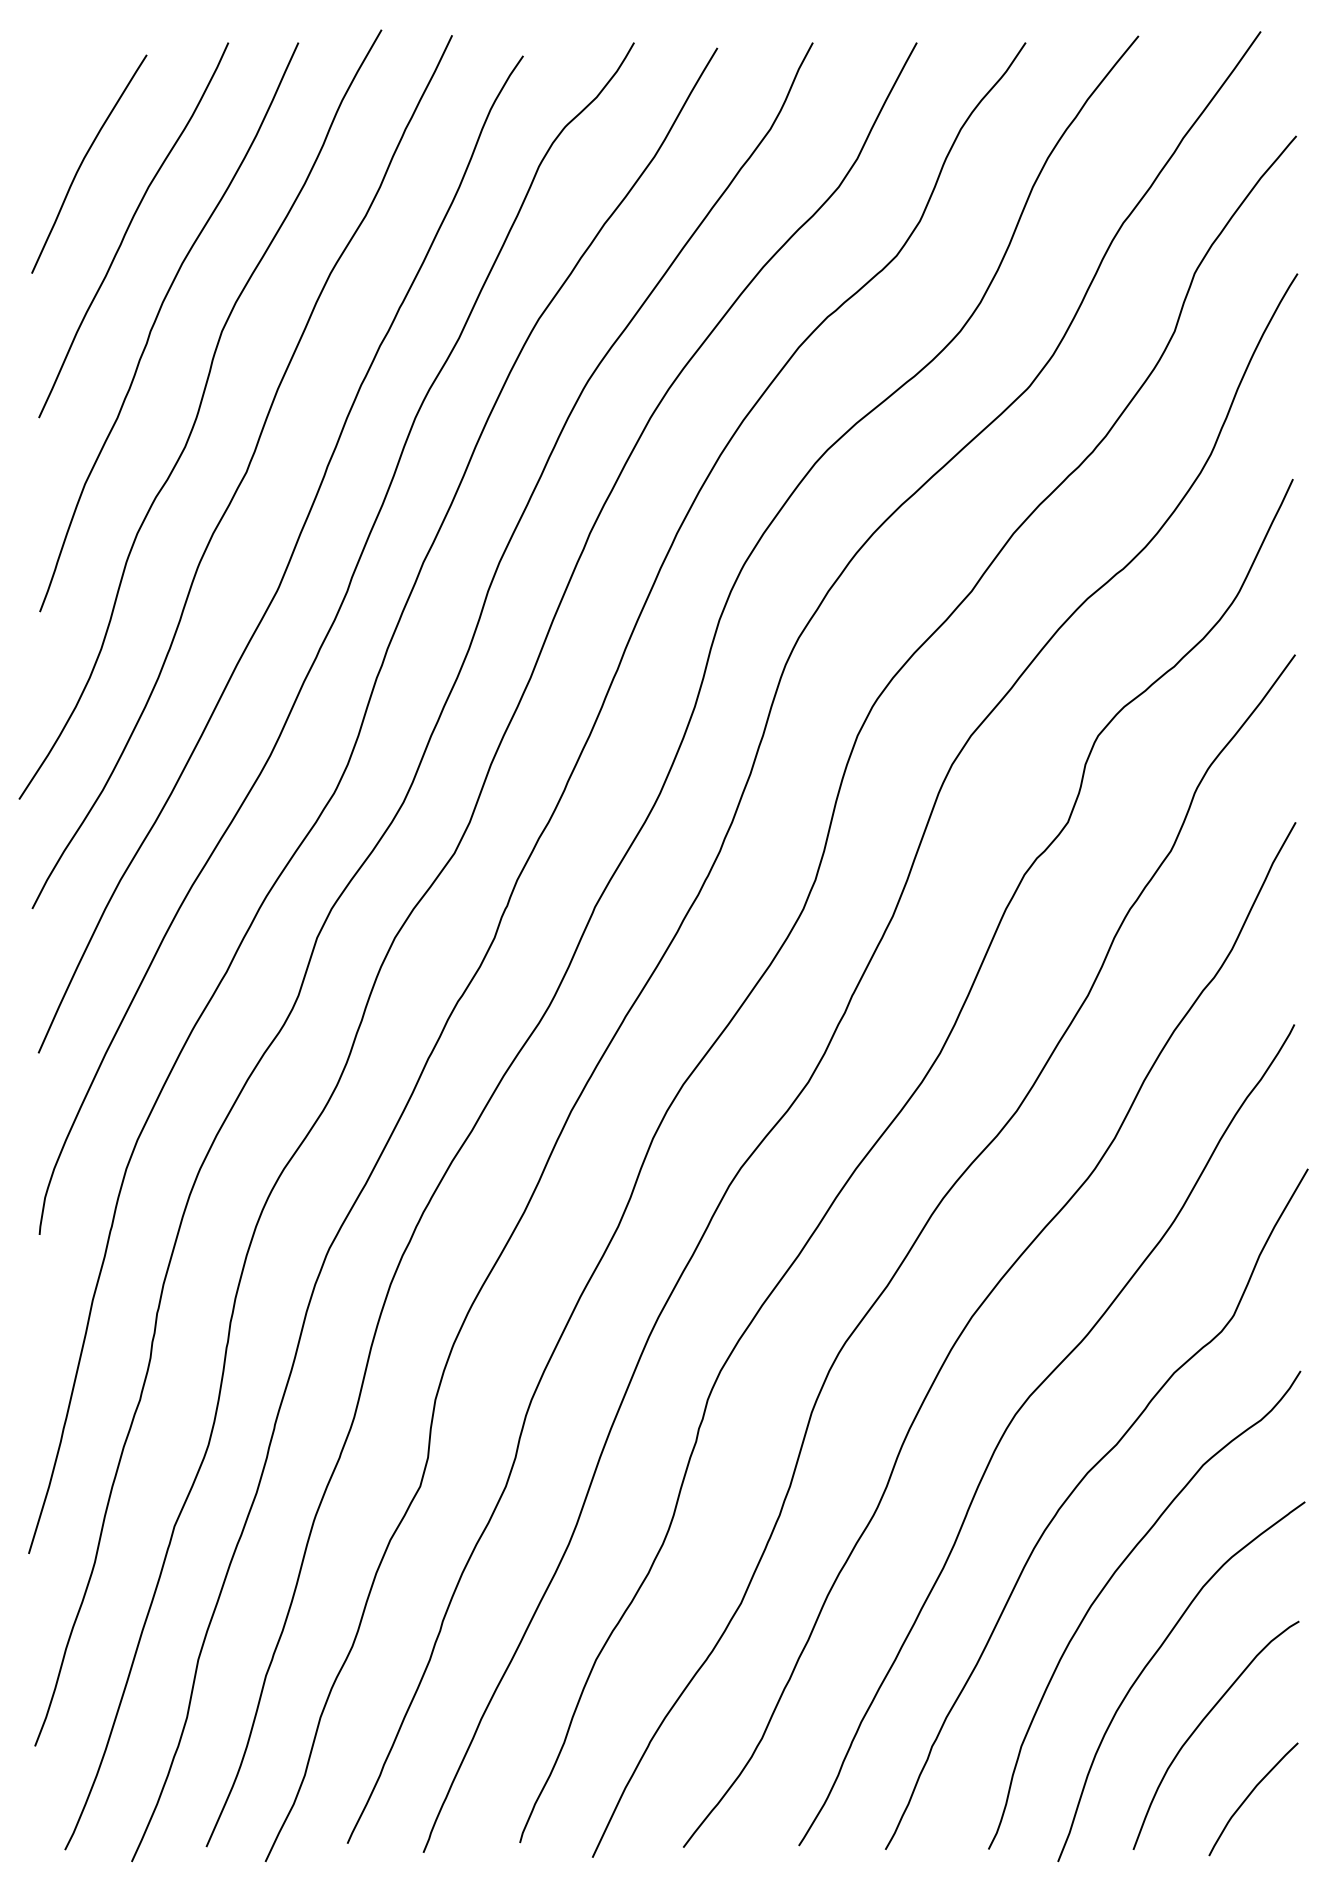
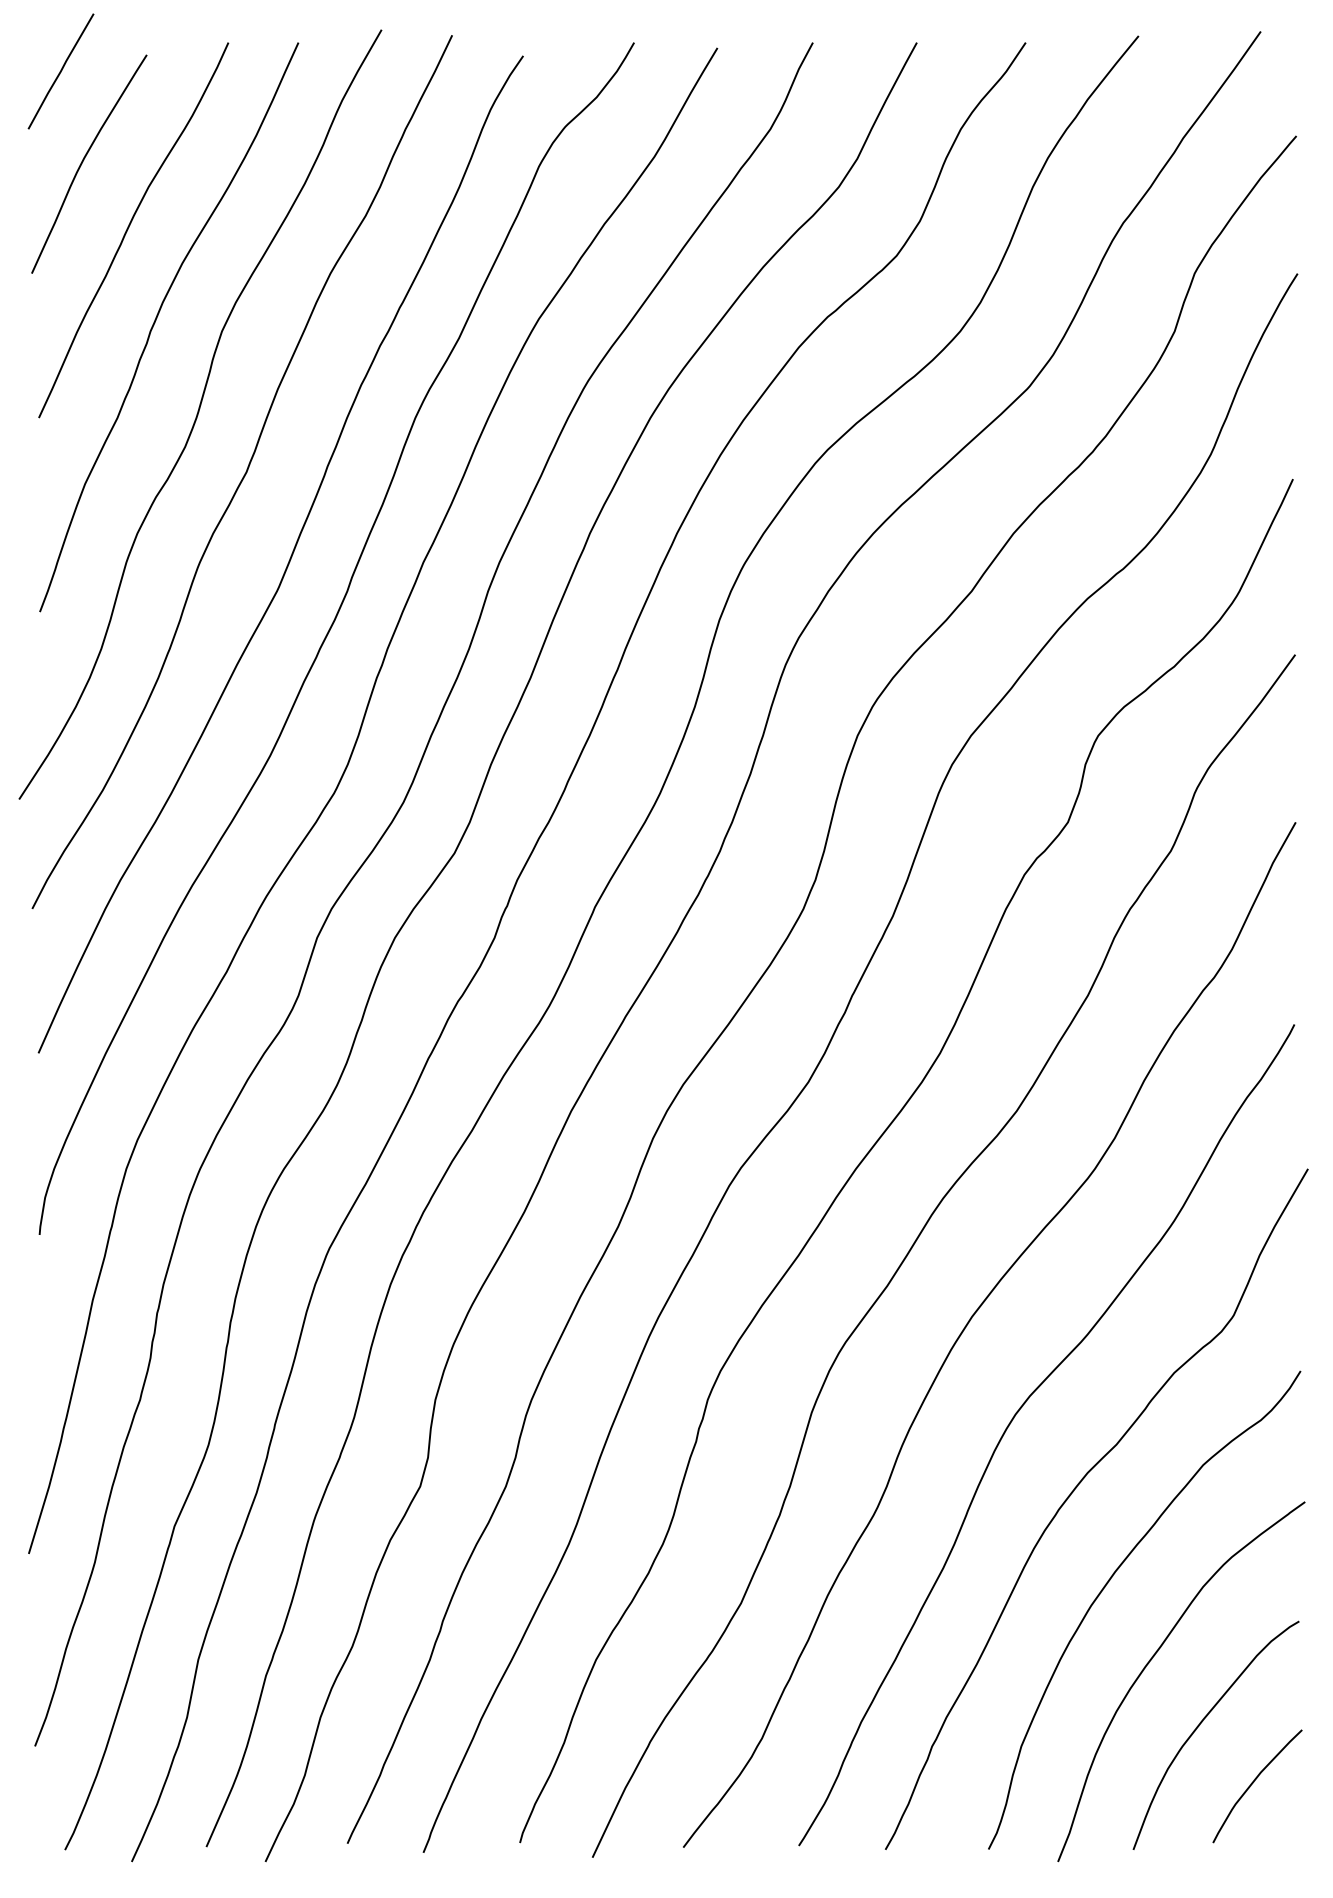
line at (60, 71): none -> present
curve at (1250, 1795) position: (1250, 1795) -> (1254, 1782)
